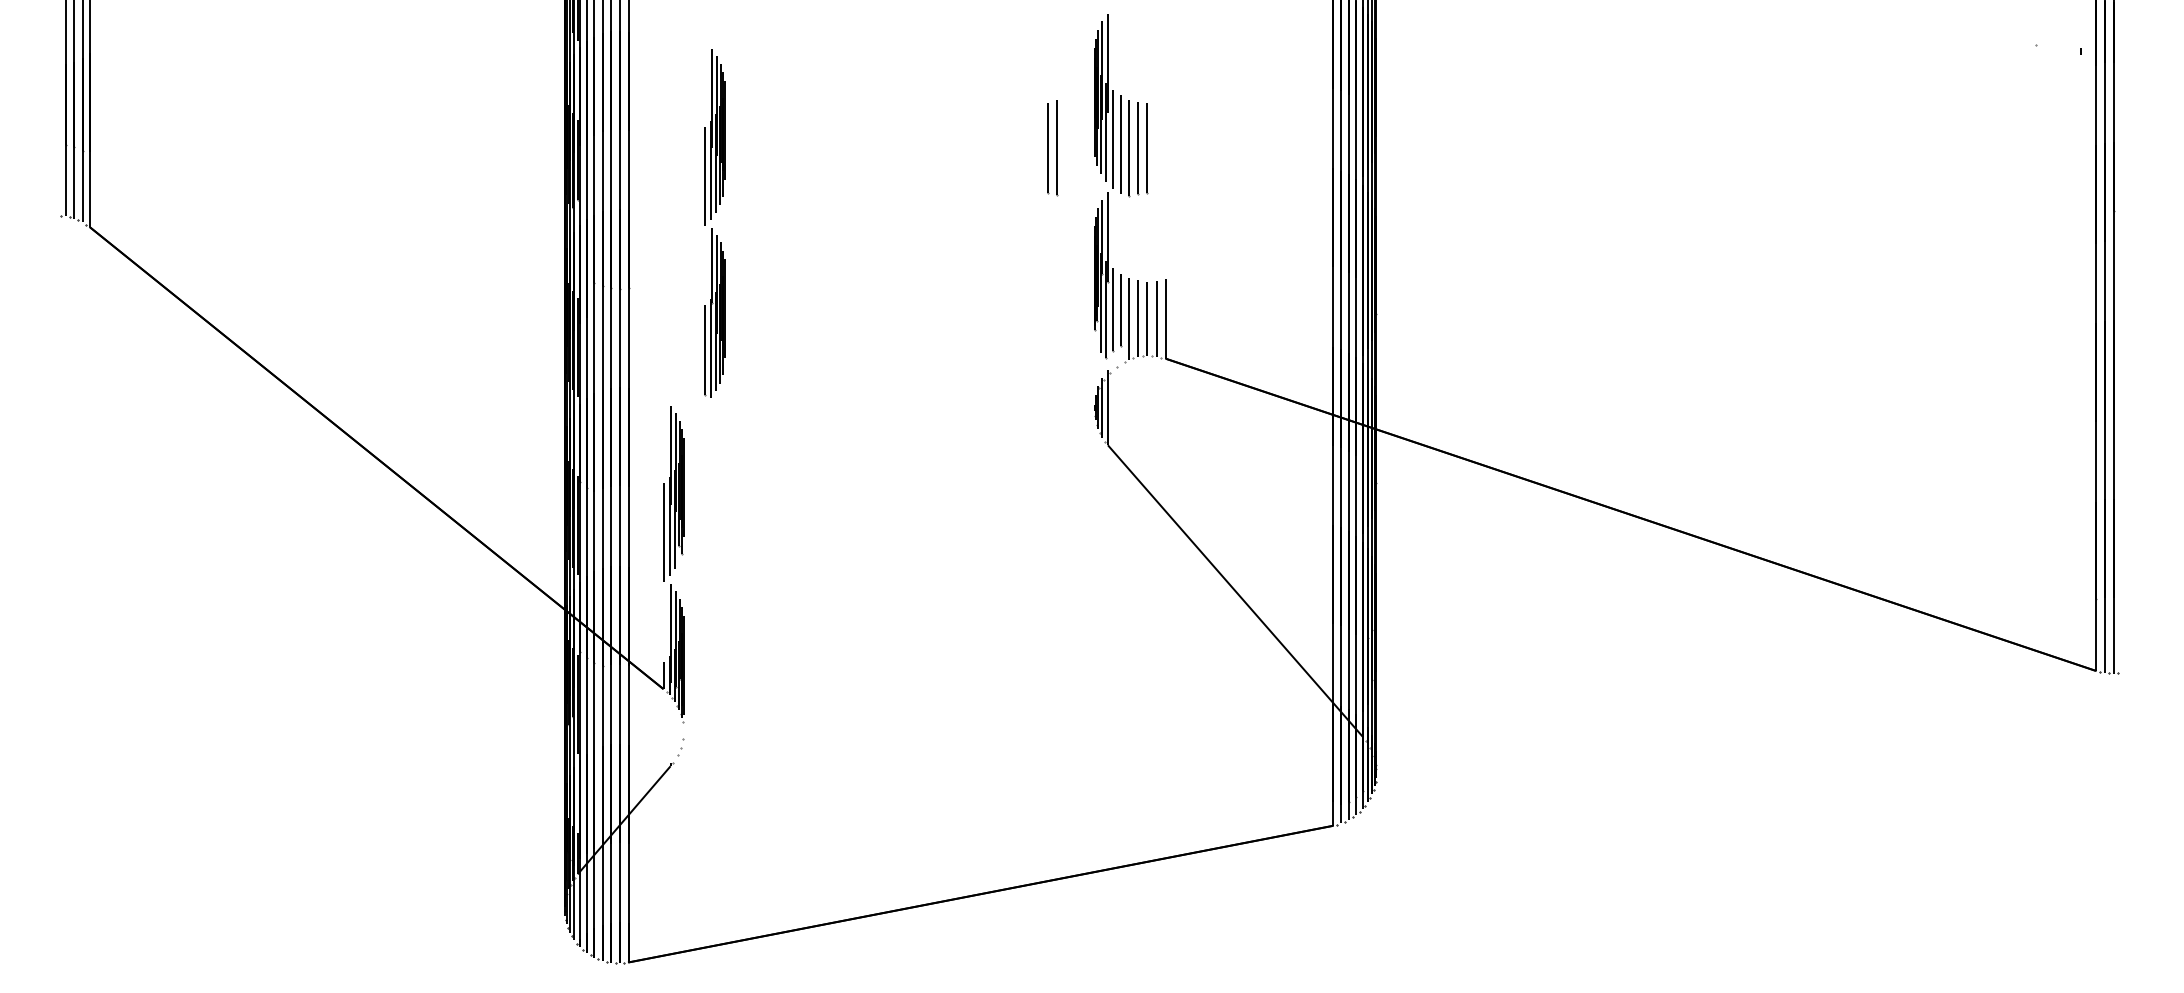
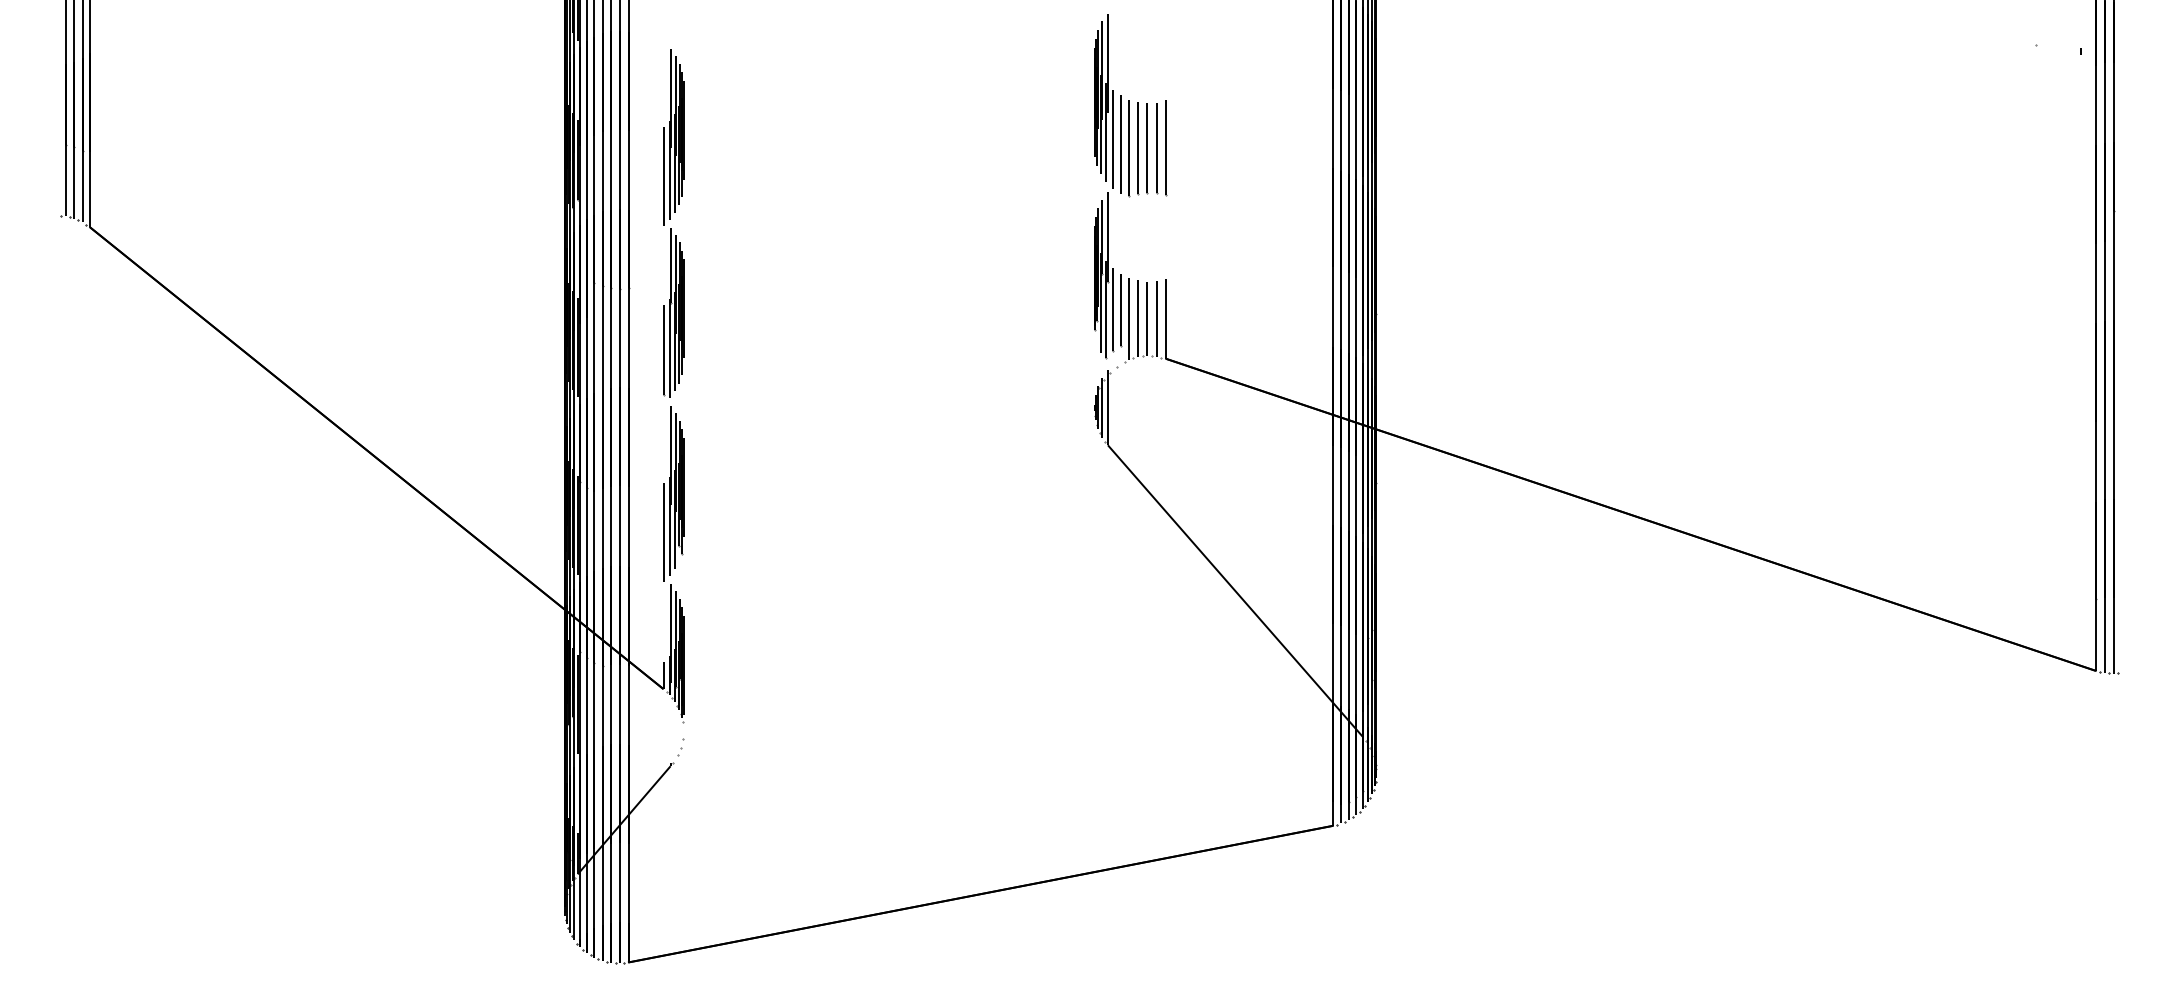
part at (1052, 148) position: (1052, 148) -> (1161, 148)
part at (714, 223) position: (714, 223) -> (673, 223)
